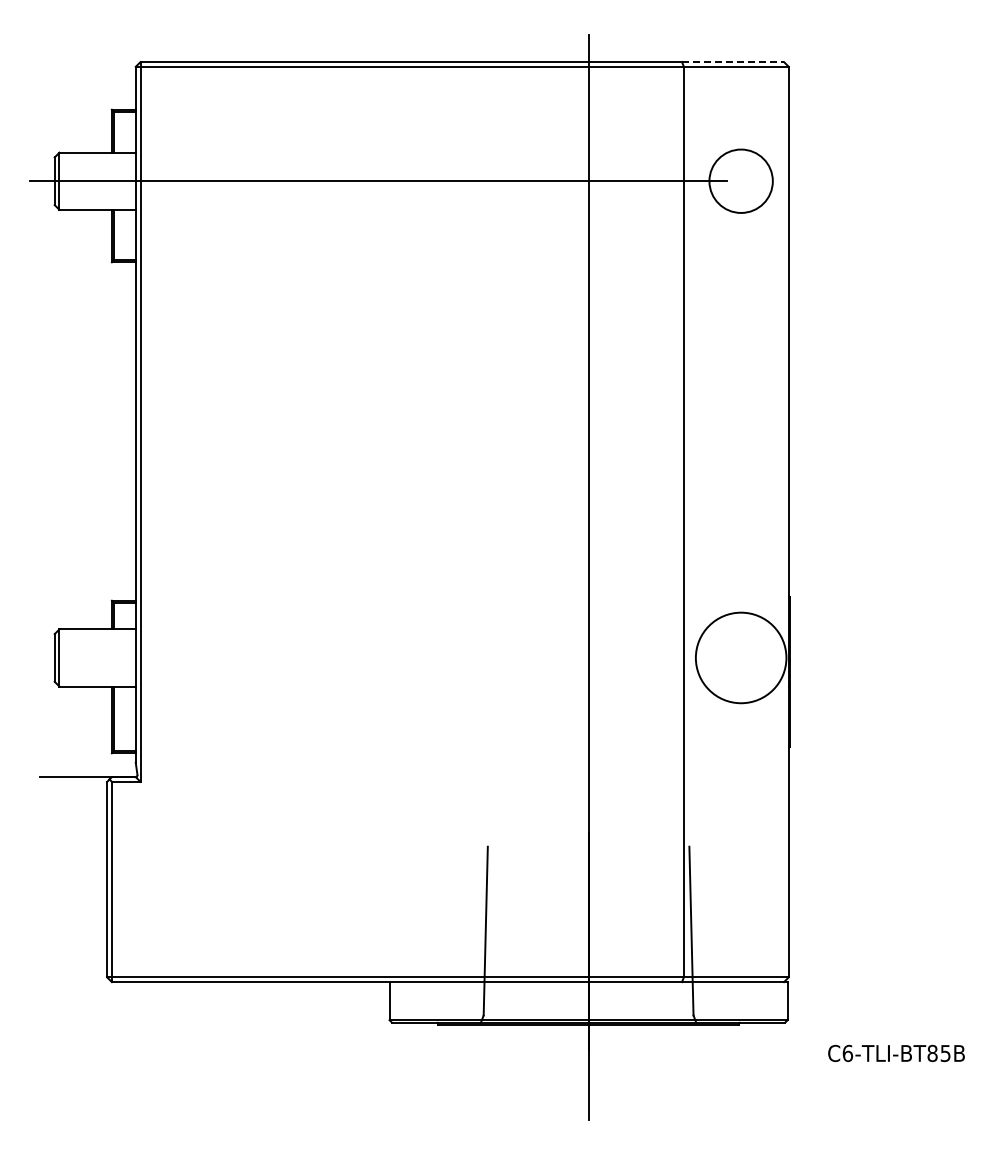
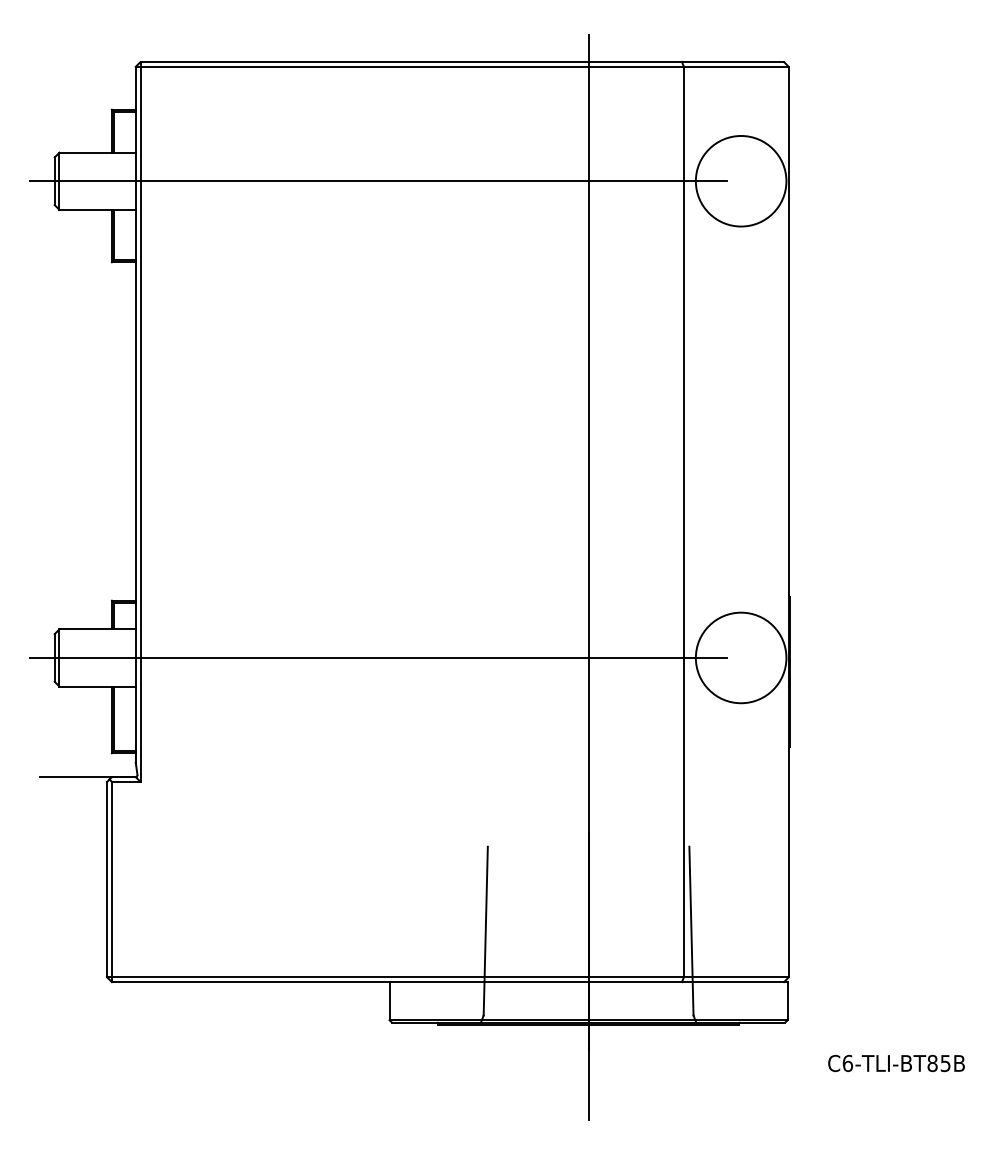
line at (733, 62): dashed -> solid
circle at (740, 180) diameter: 63 px -> 91 px
line at (378, 657): none -> present
text at (896, 1053) position: (896, 1053) -> (896, 1063)
